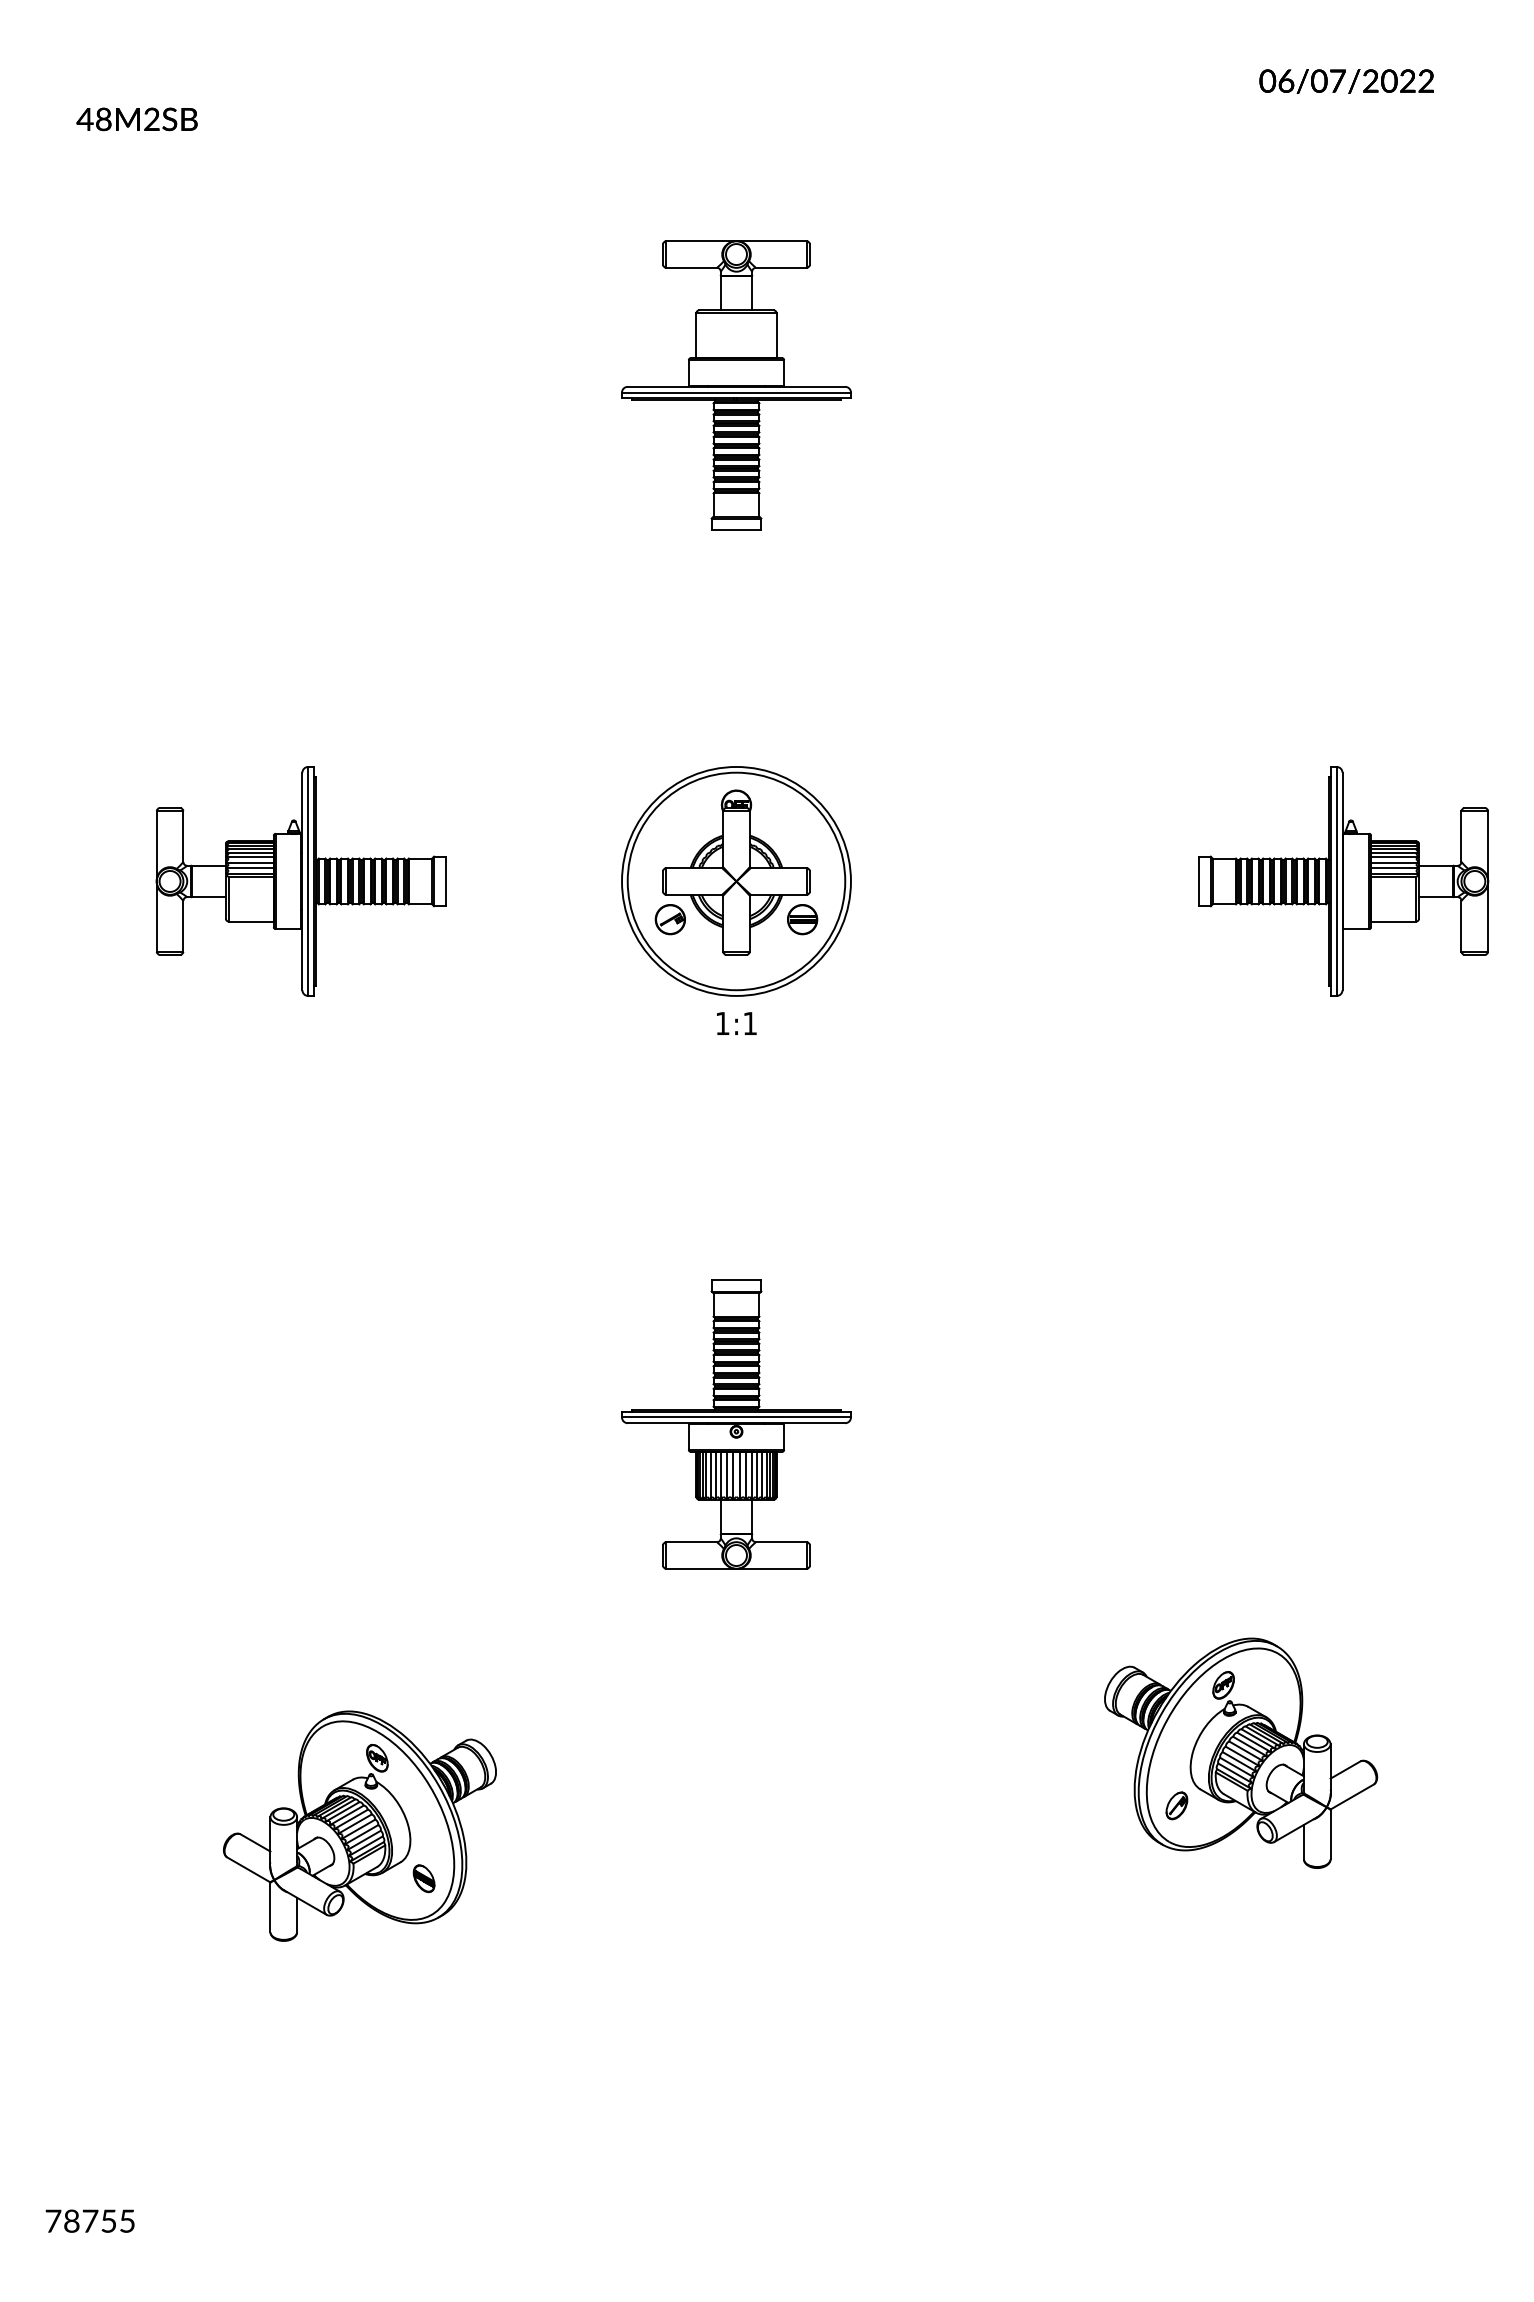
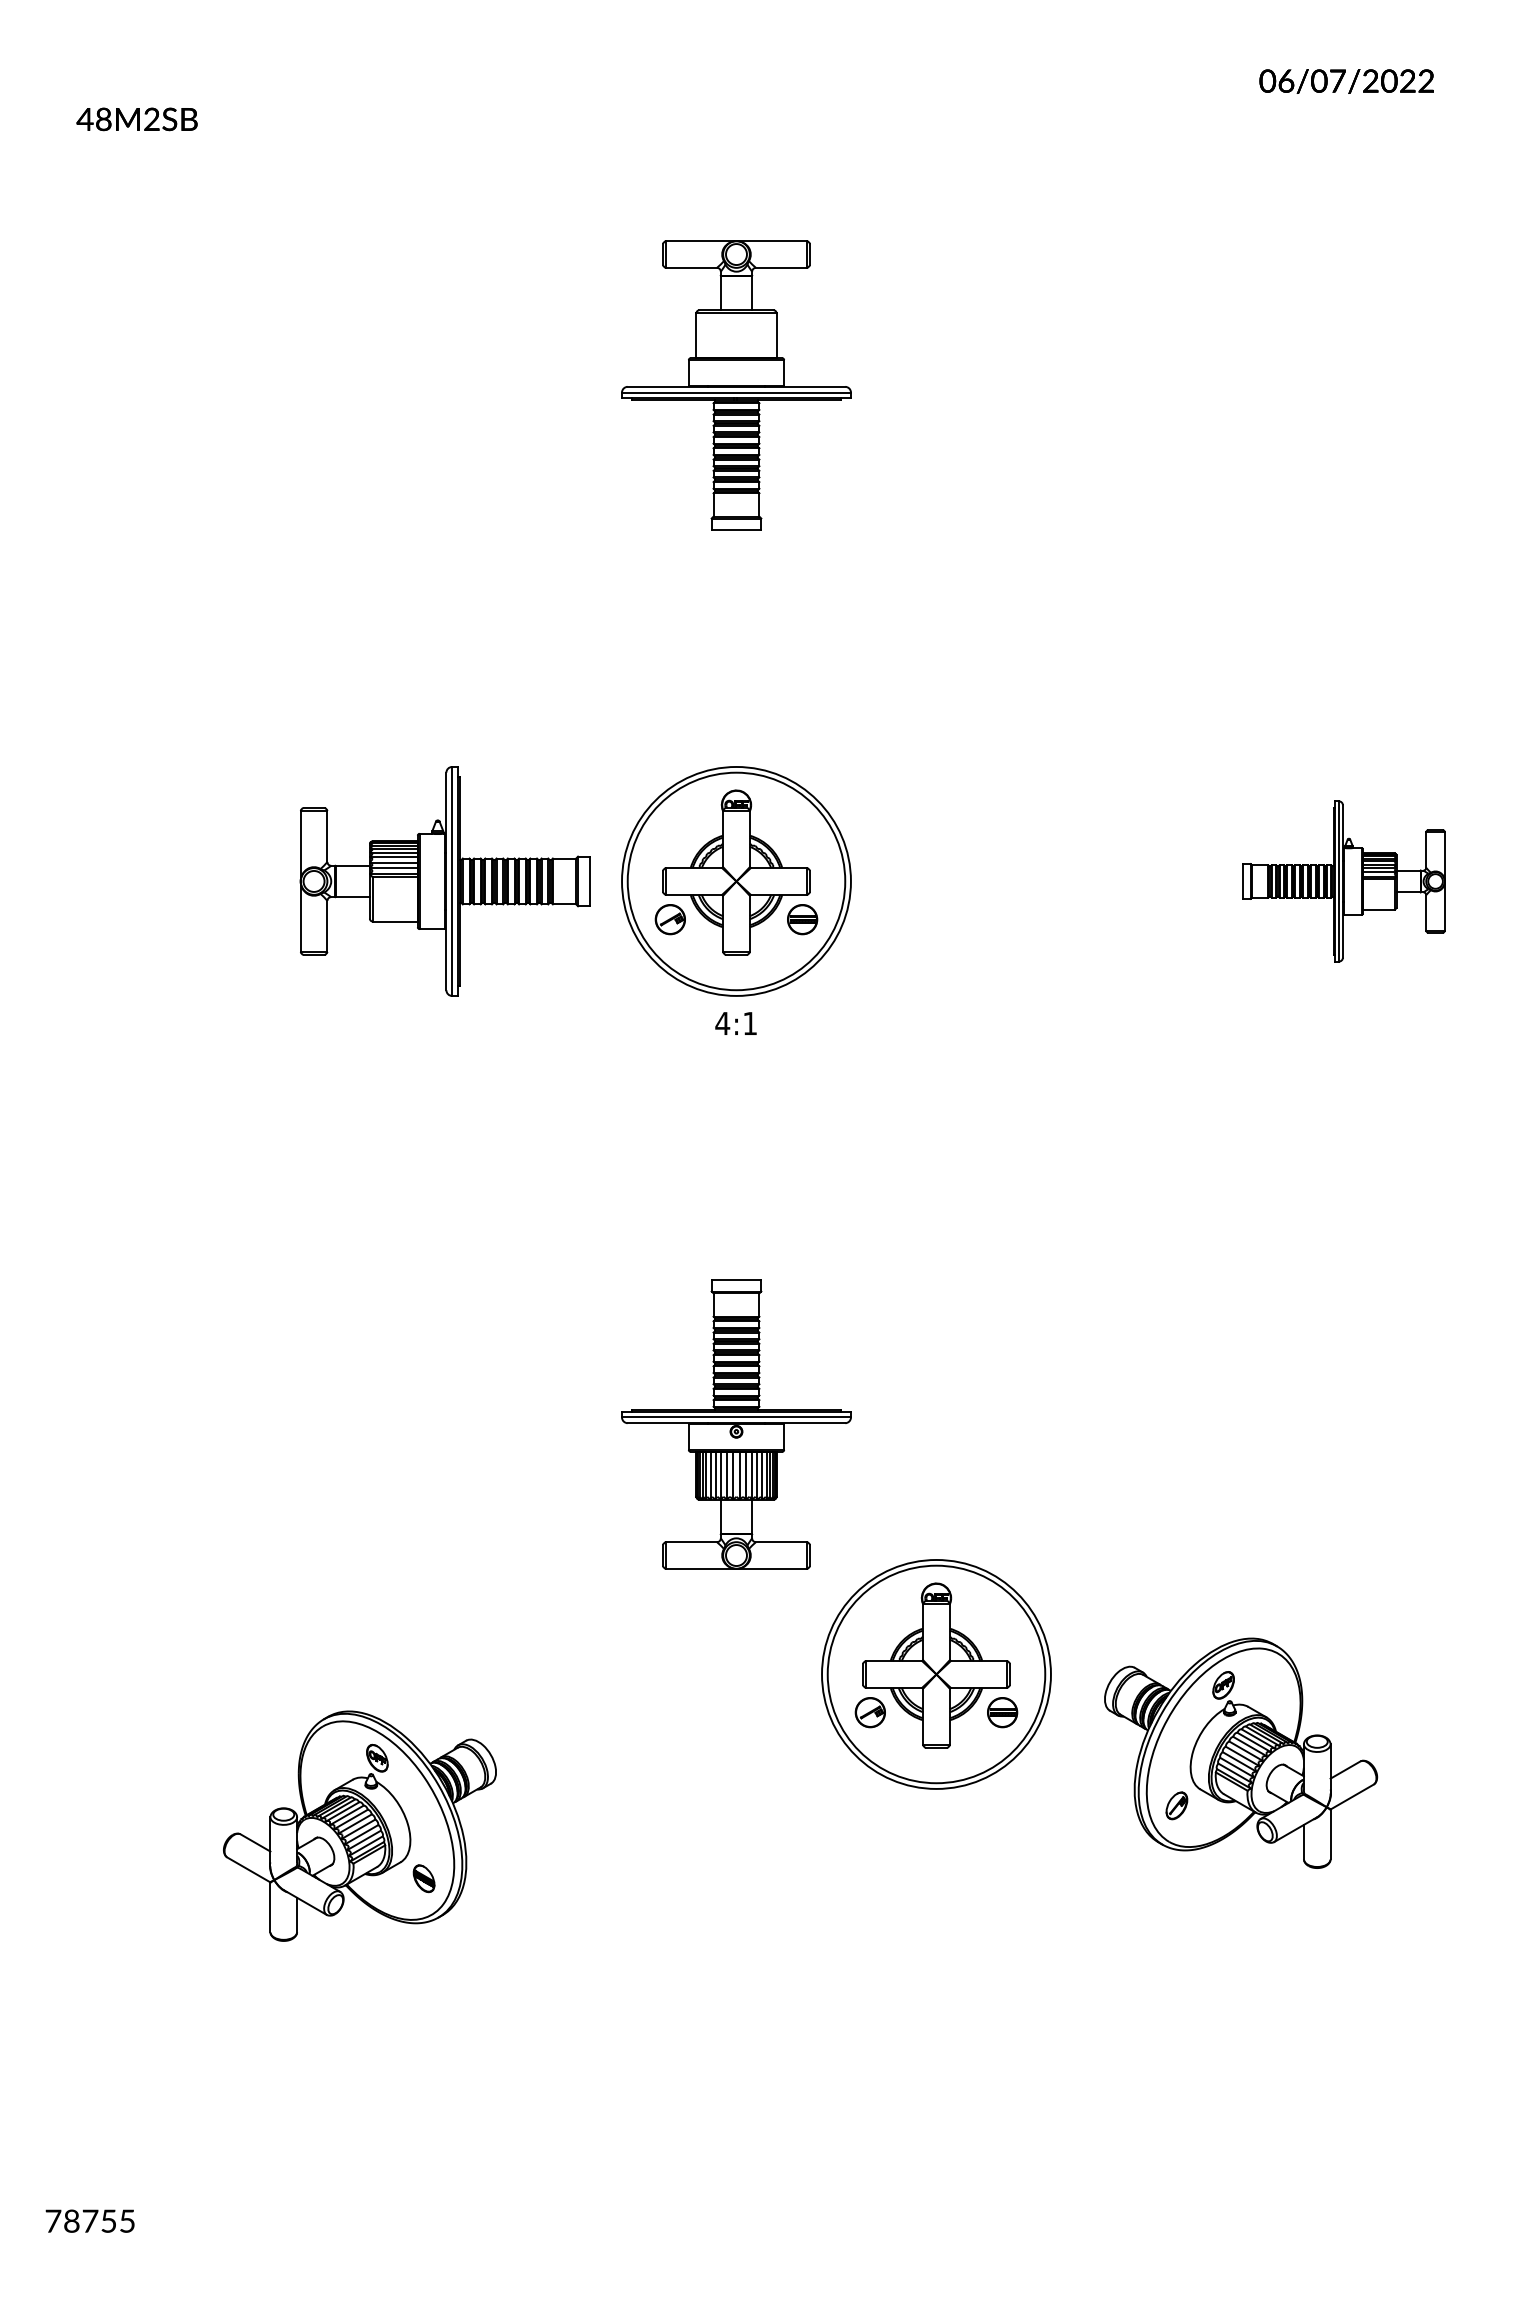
part at (300, 881) position: (300, 881) -> (444, 881)
part at (1343, 881) size: 292x231 px -> 204x163 px
text at (722, 1023): 1:1 -> 4:1
part at (936, 1674): none -> present
